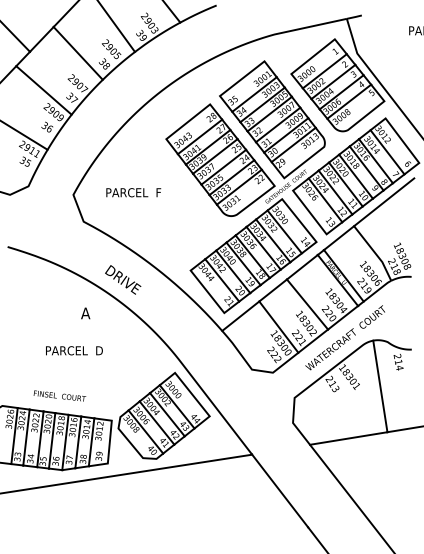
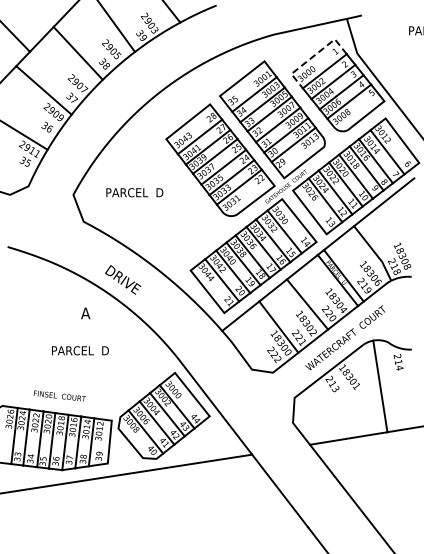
line at (313, 56): solid -> dashed
text at (160, 192): PARCEL  F -> PARCEL  D
text at (74, 350) position: (74, 350) -> (80, 350)
